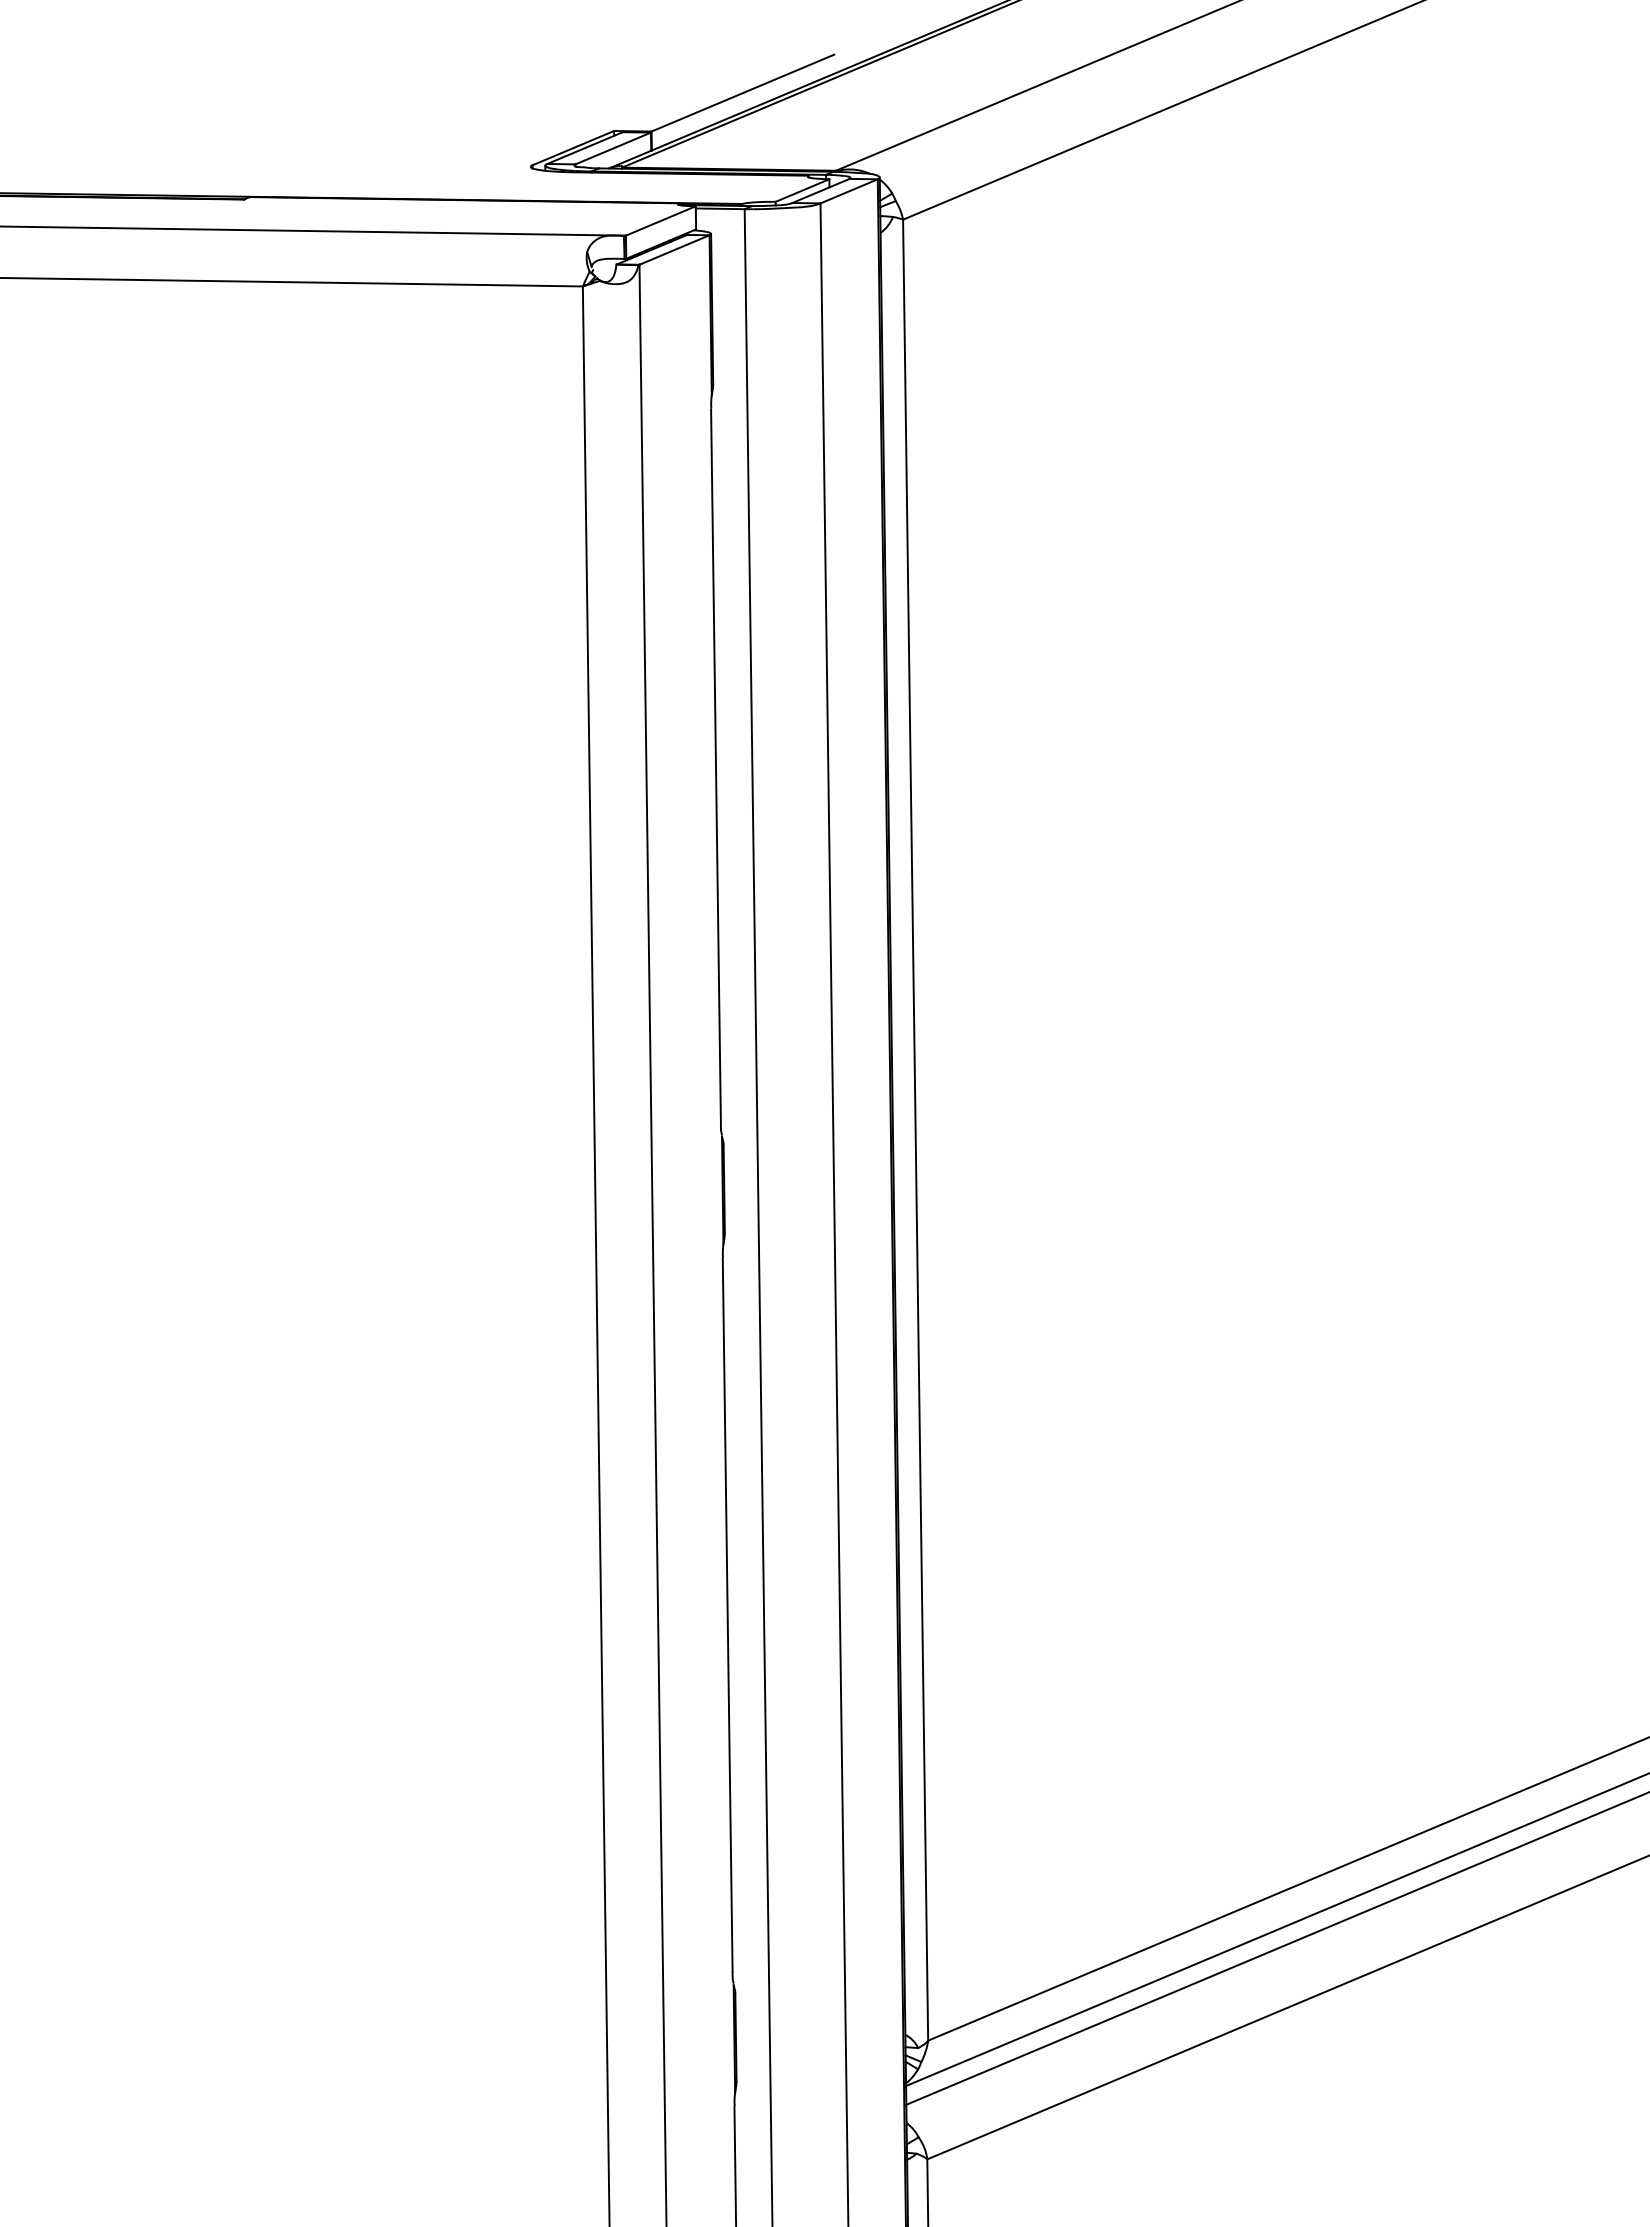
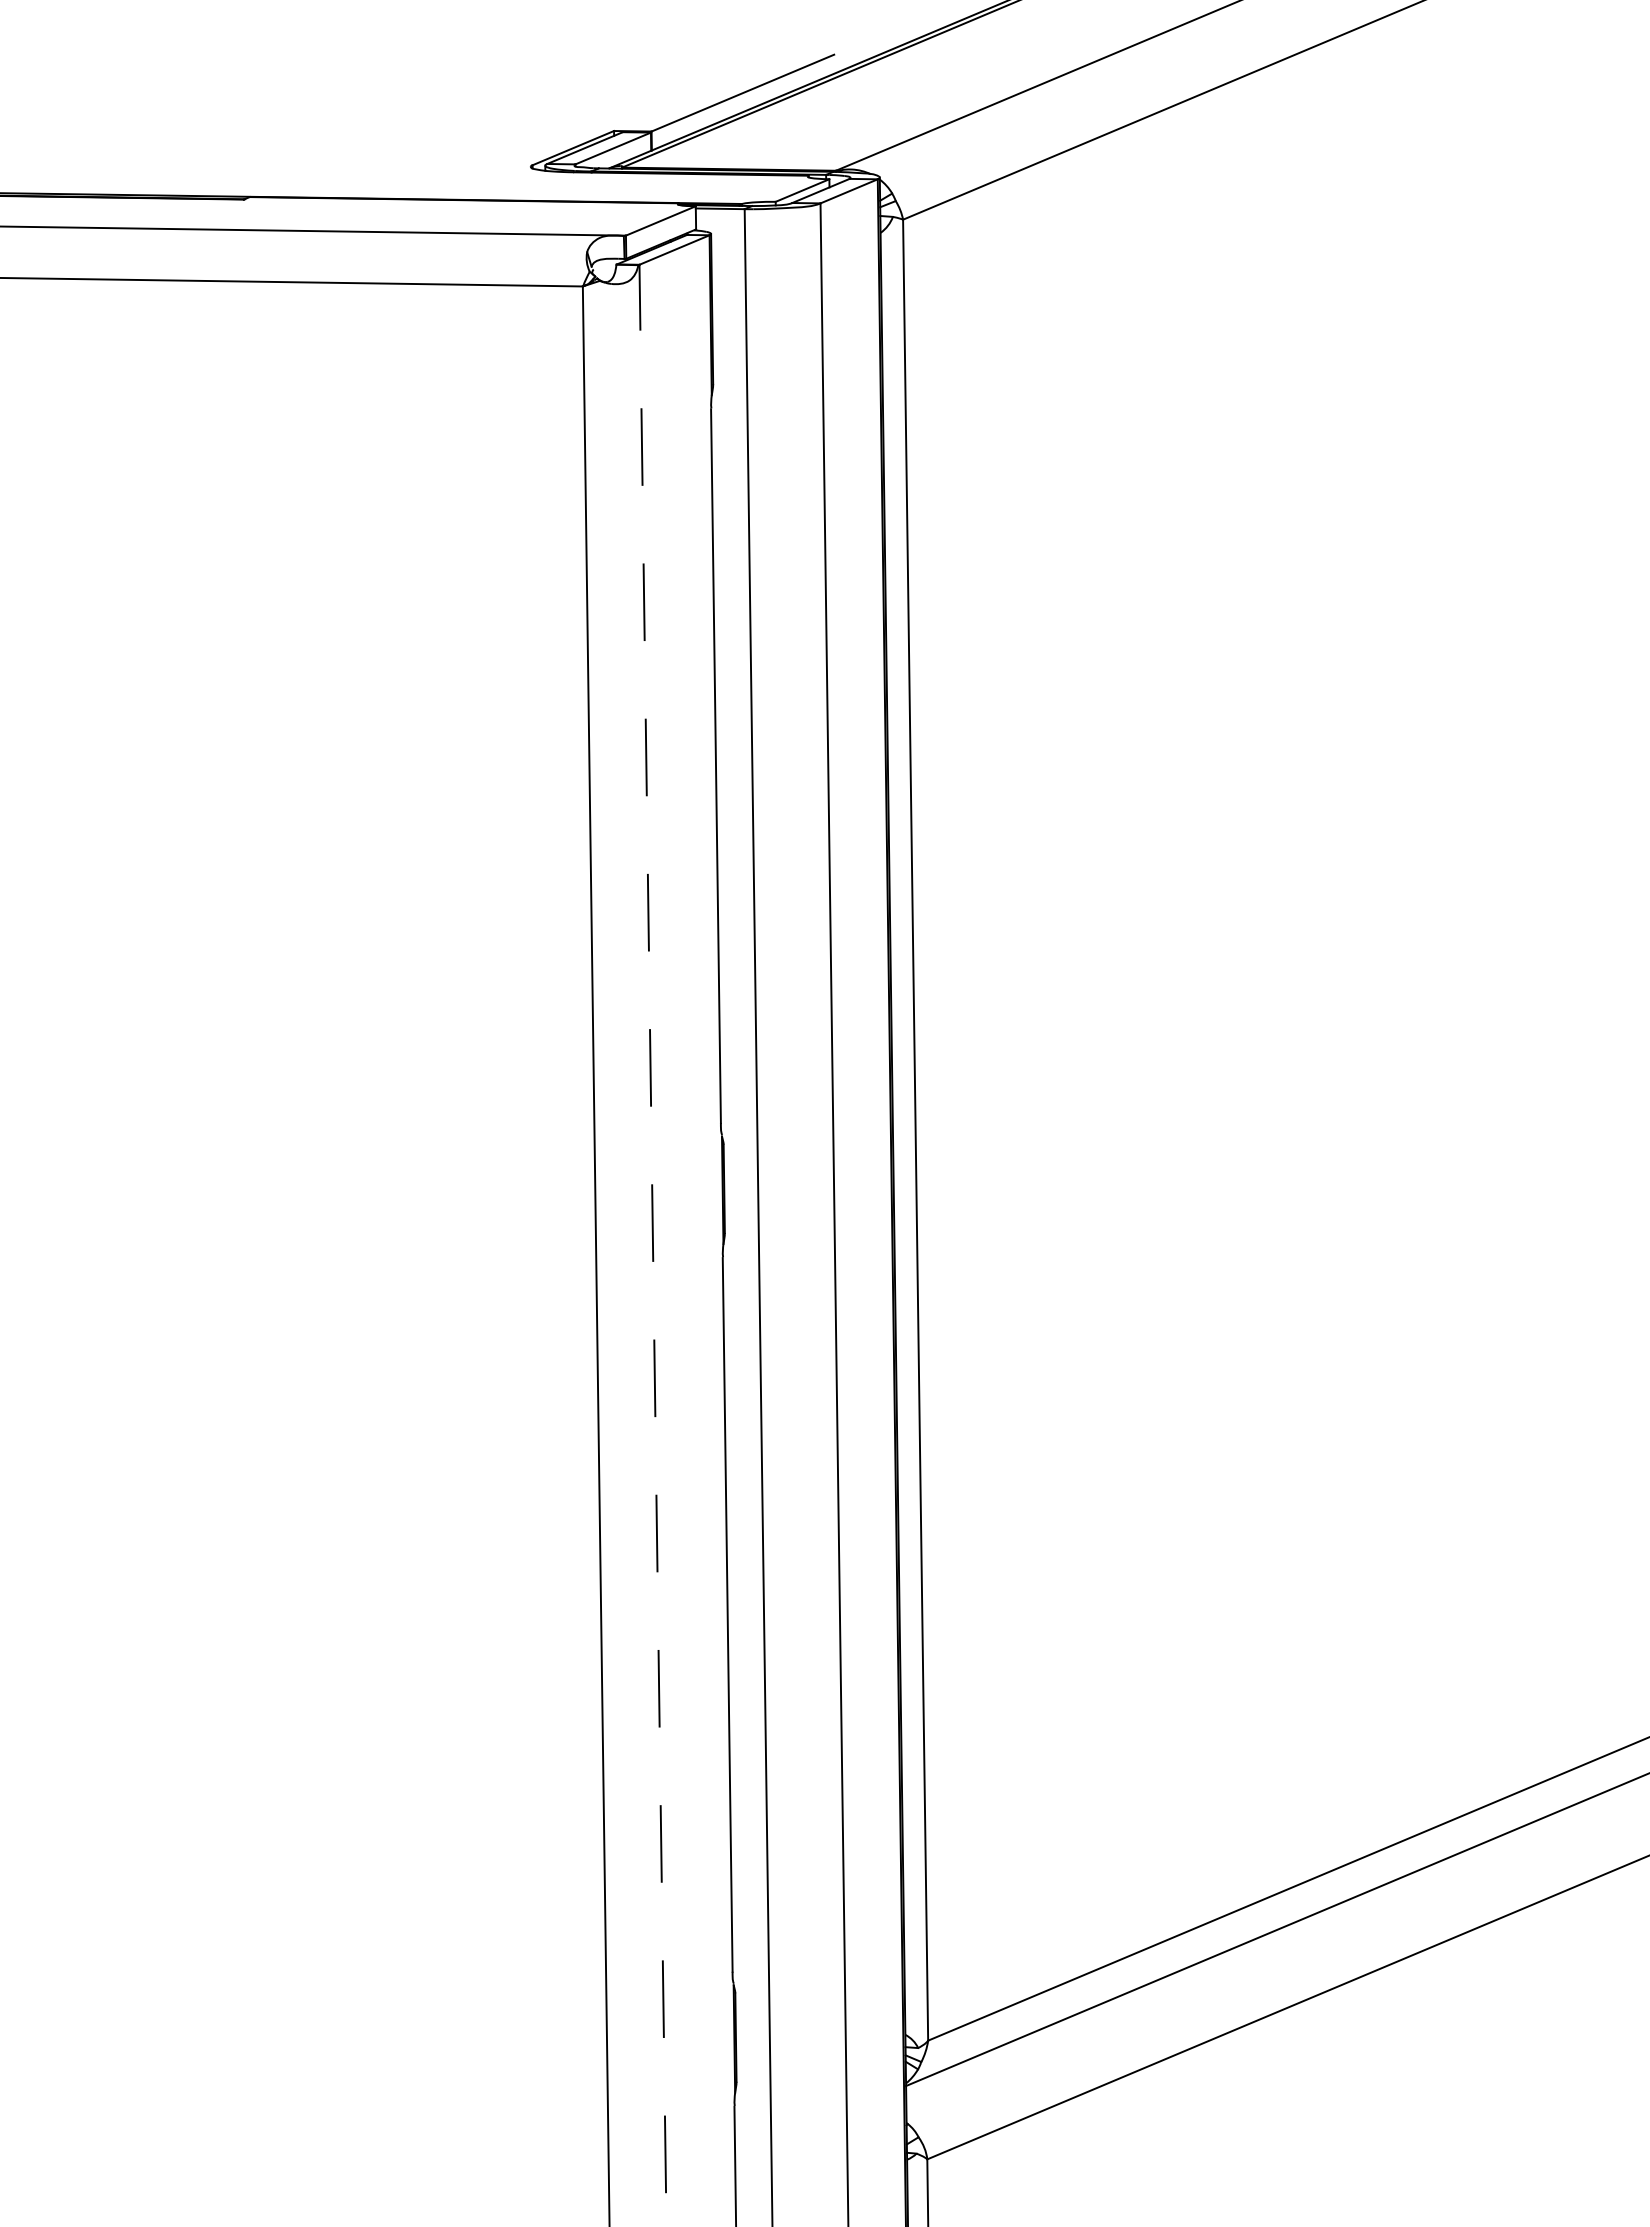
line at (652, 1245): solid -> dashed
line at (1276, 1948): present -> none
